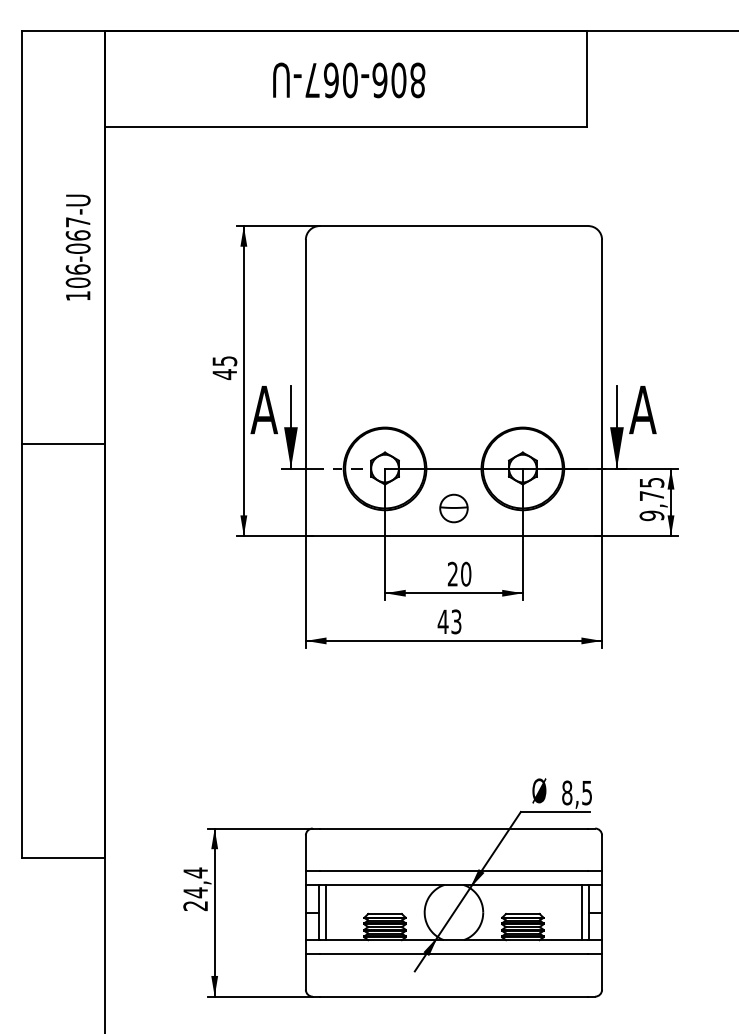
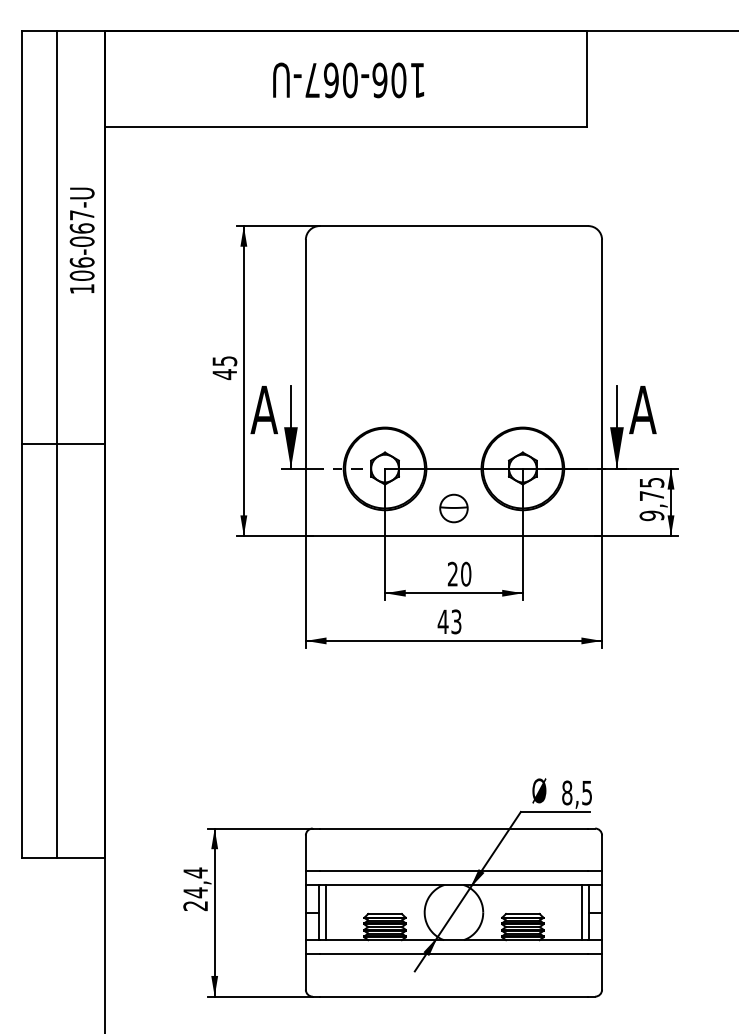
text at (417, 80): 806-067-U -> 106-067-U
text at (77, 247) position: (77, 247) -> (81, 240)
line at (56, 444): none -> present
